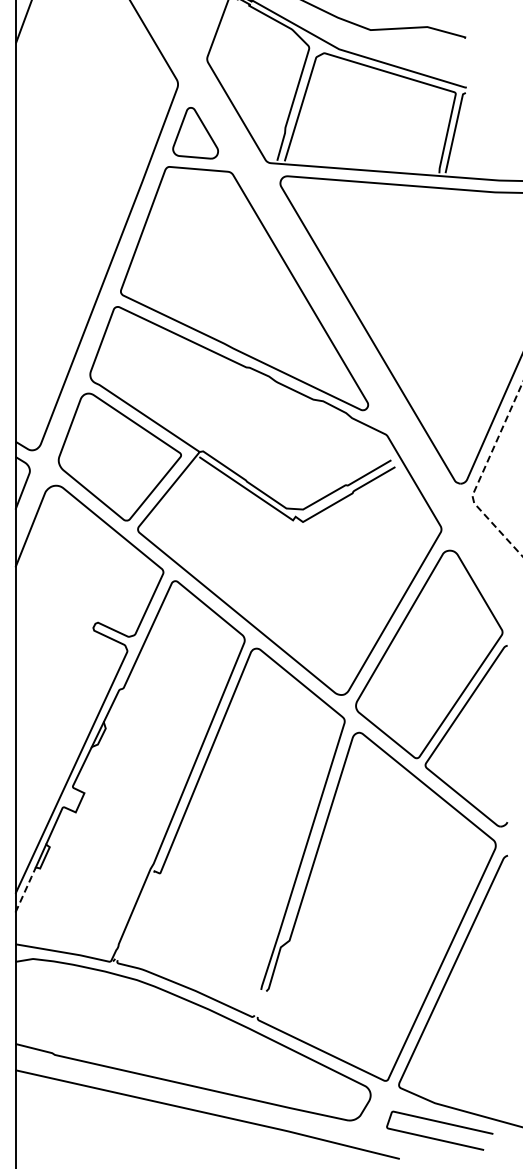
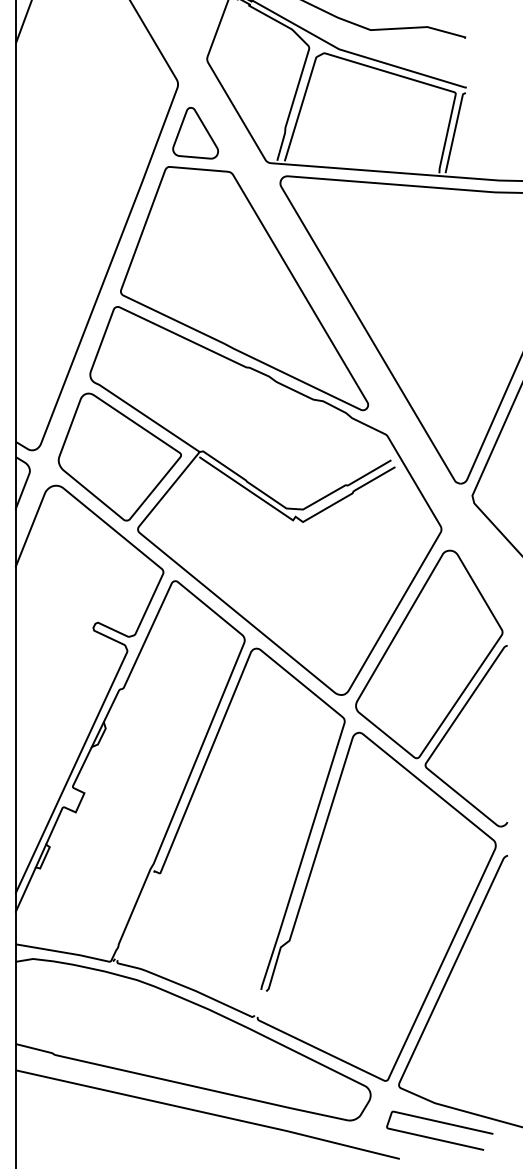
line at (480, 476): dashed -> solid
line at (26, 888): dashed -> solid
